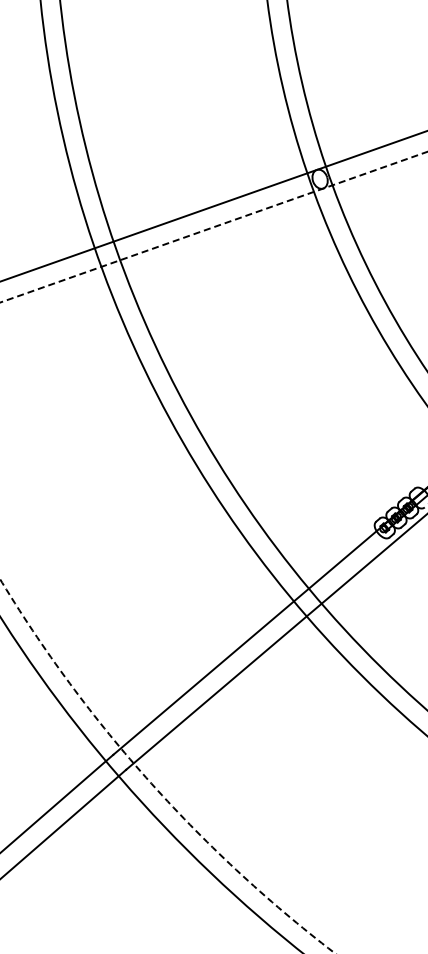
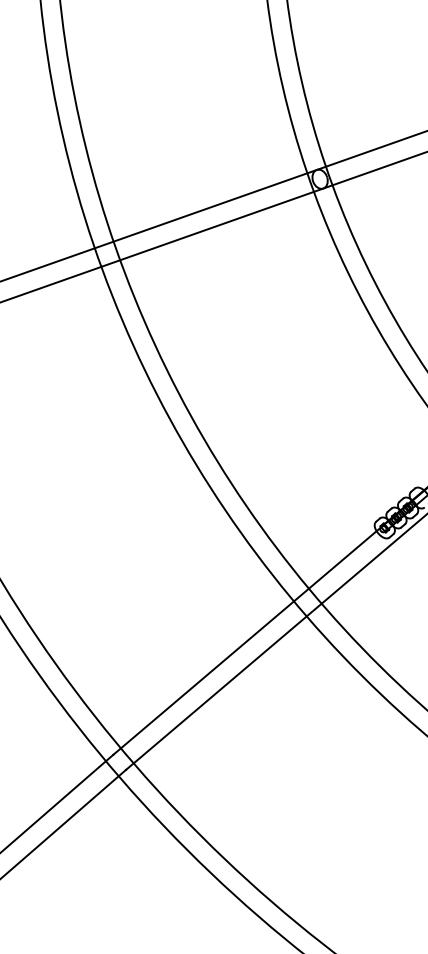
line at (213, 227): dashed -> solid
circle at (167, 766): dashed -> solid
